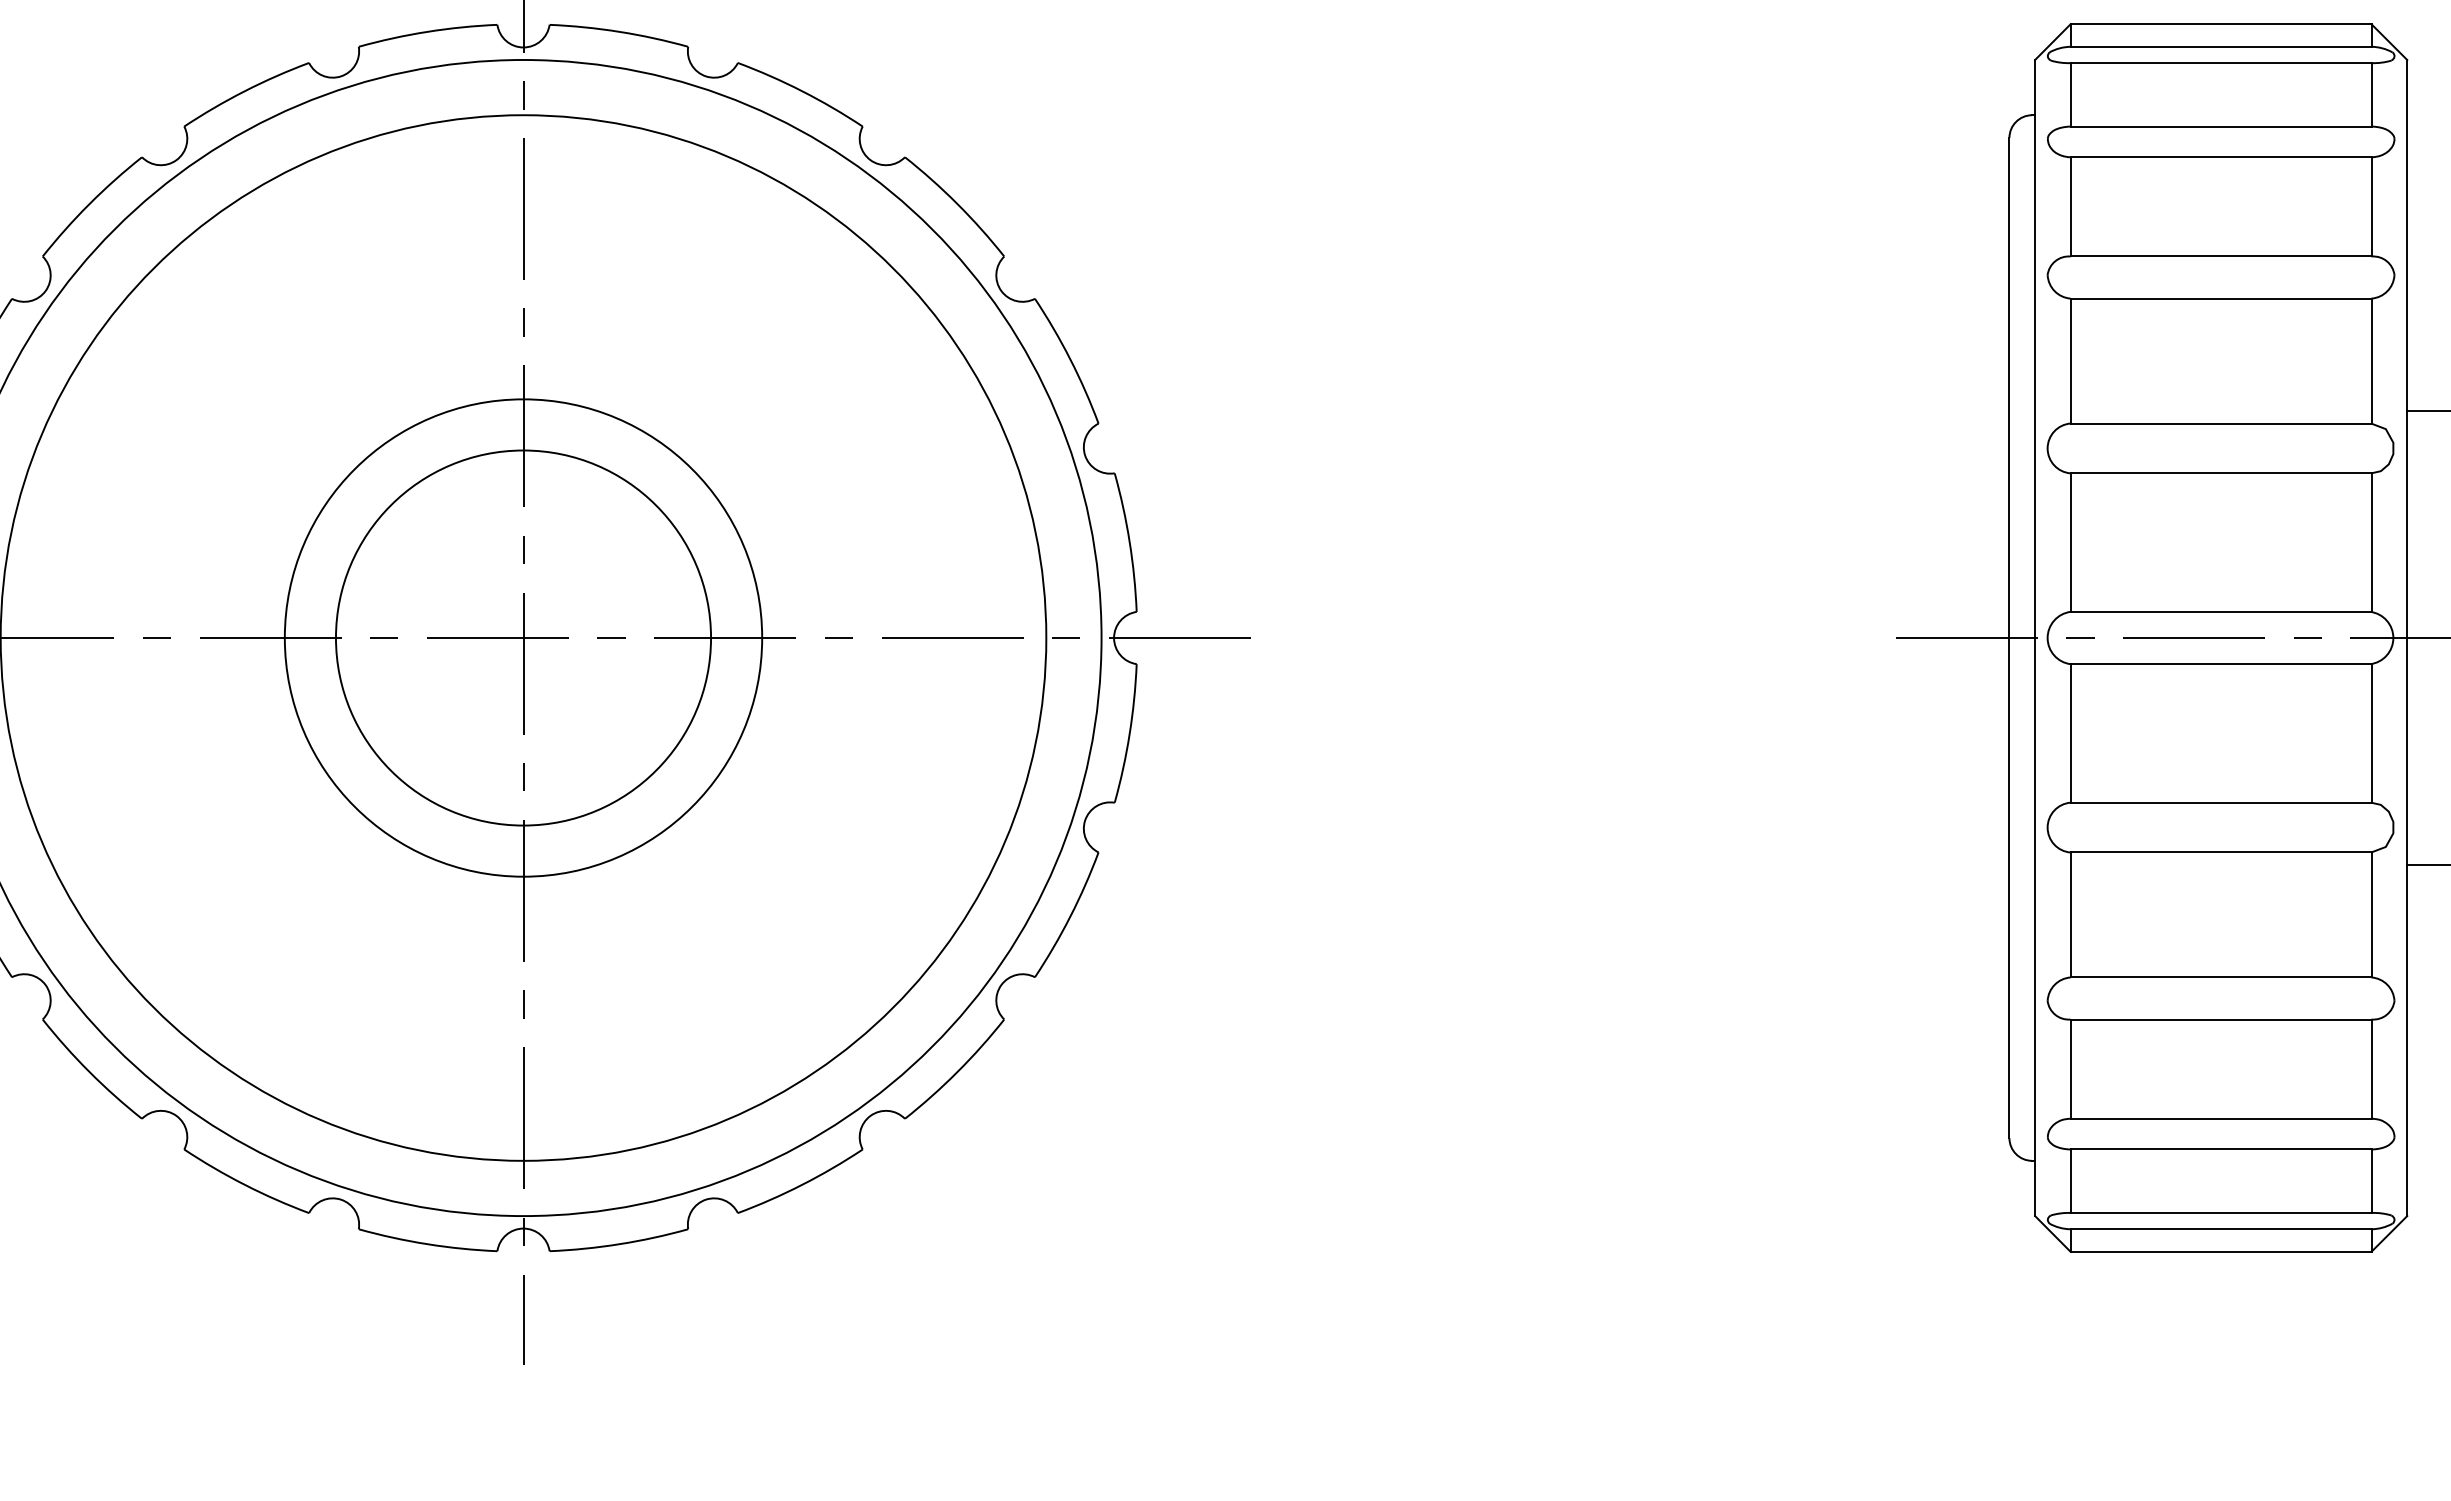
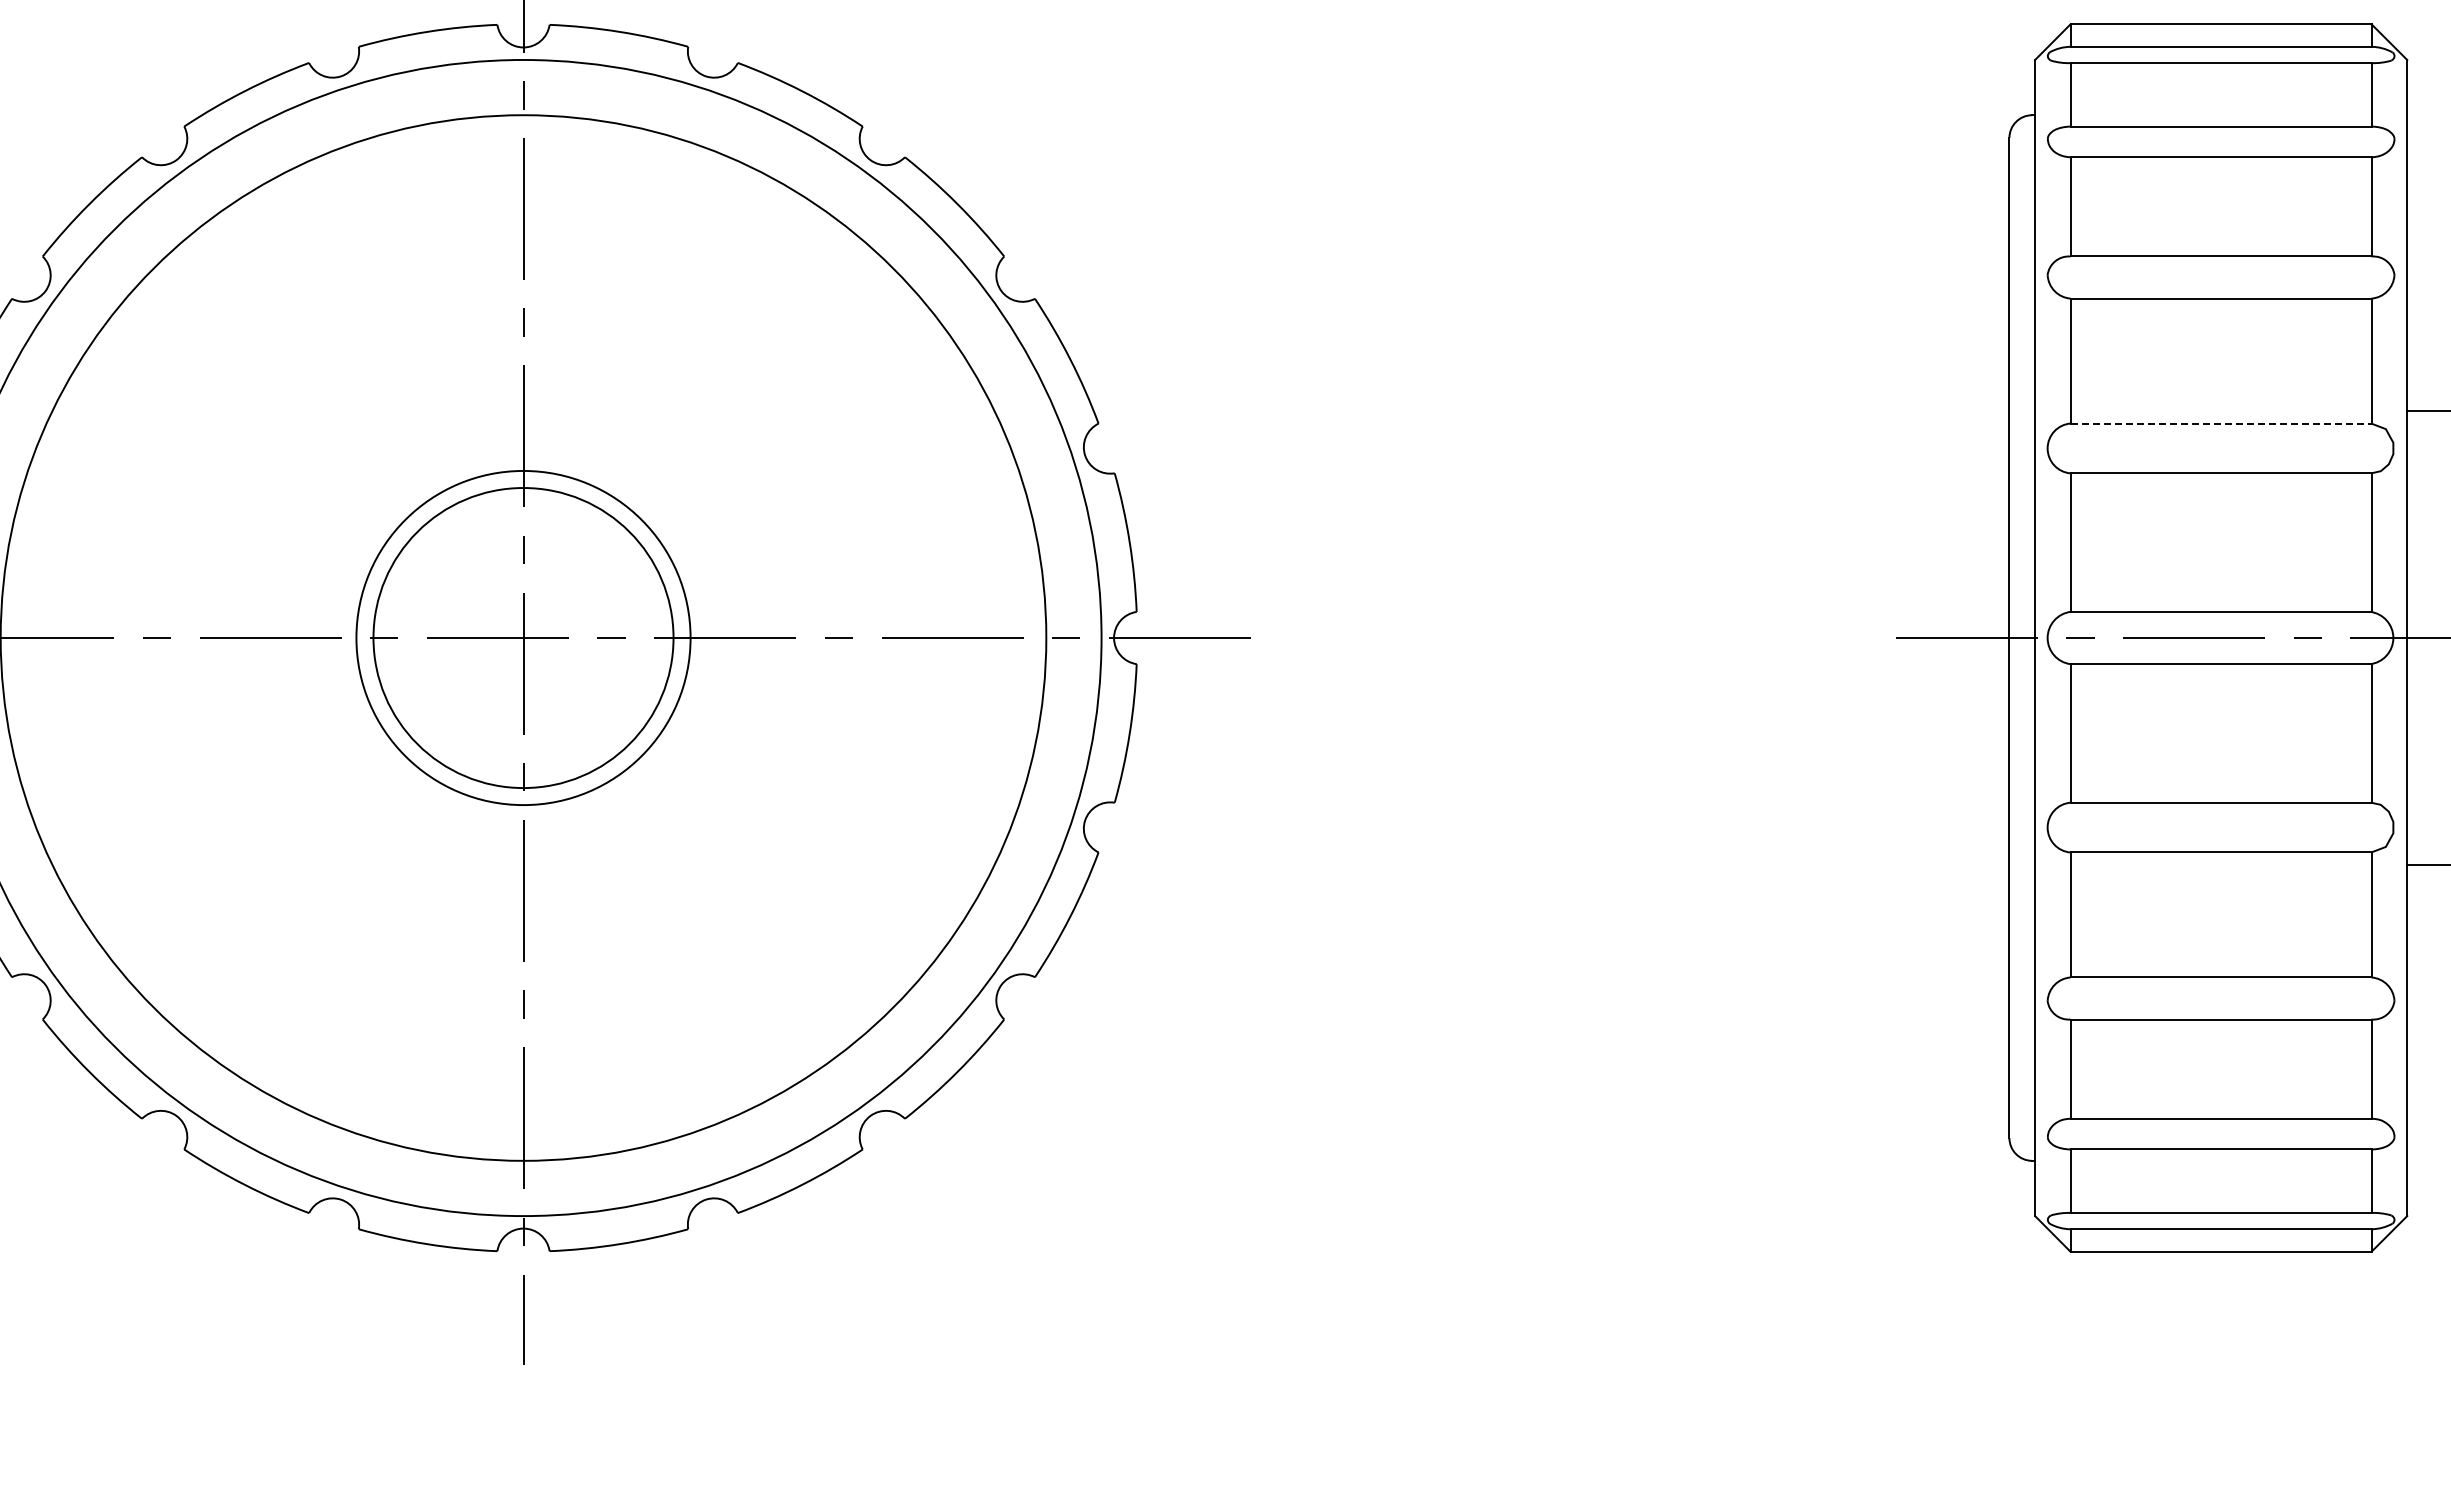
line at (2221, 423): solid -> dashed
circle at (523, 637) diameter: 375 px -> 300 px
circle at (523, 637) diameter: 477 px -> 334 px
